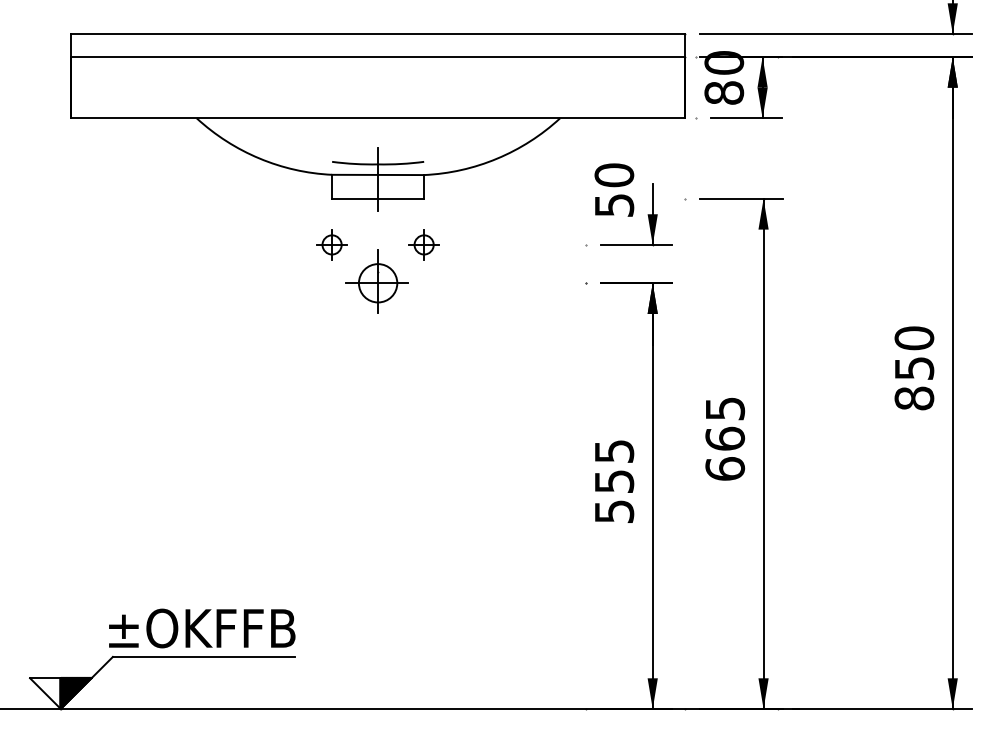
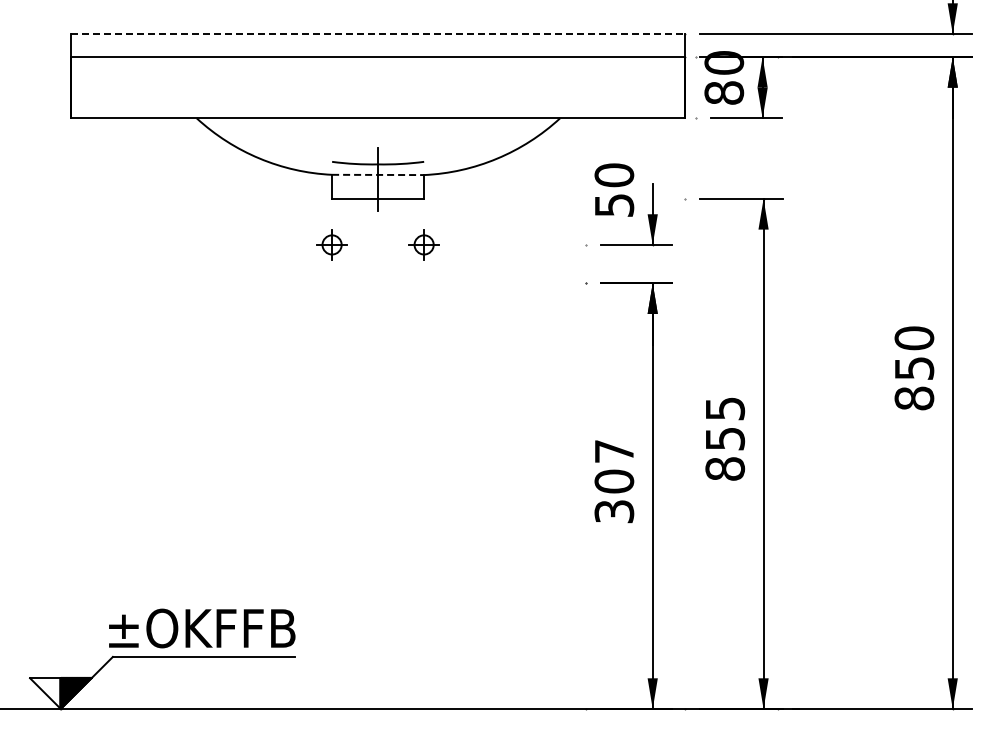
line at (378, 34): solid -> dashed
line at (378, 174): solid -> dashed
part at (376, 281): present -> none
text at (725, 453): 665 -> 855
text at (614, 481): 555 -> 307
